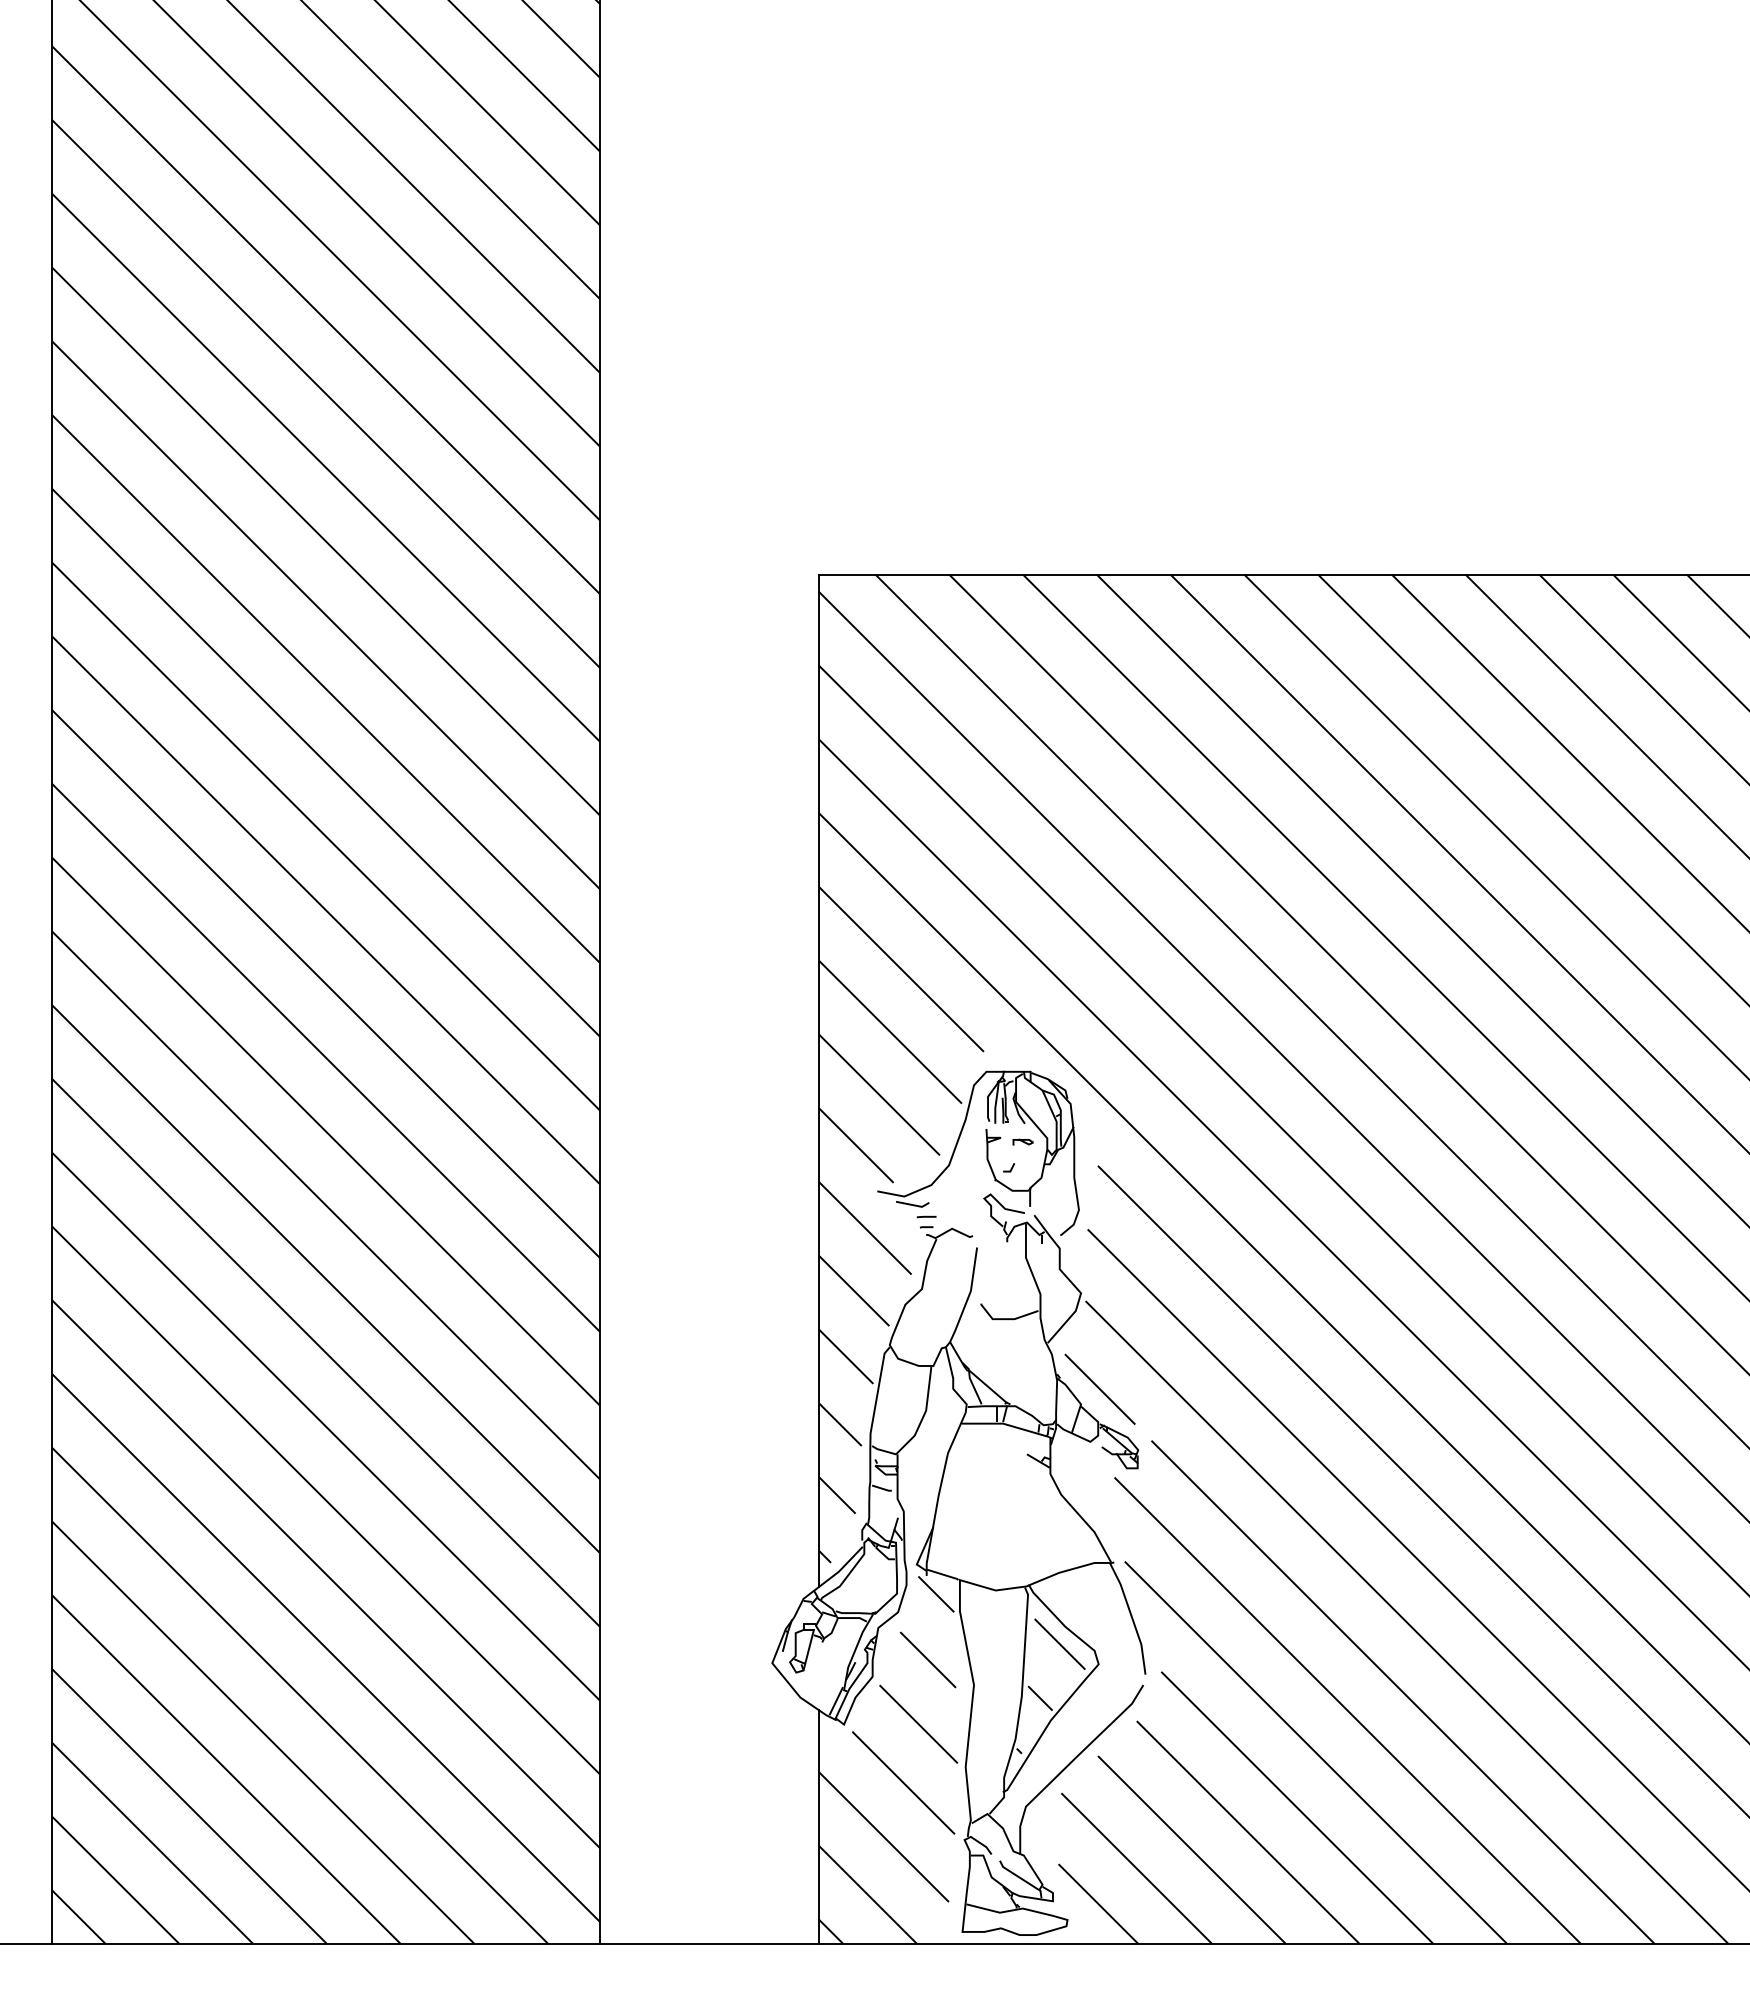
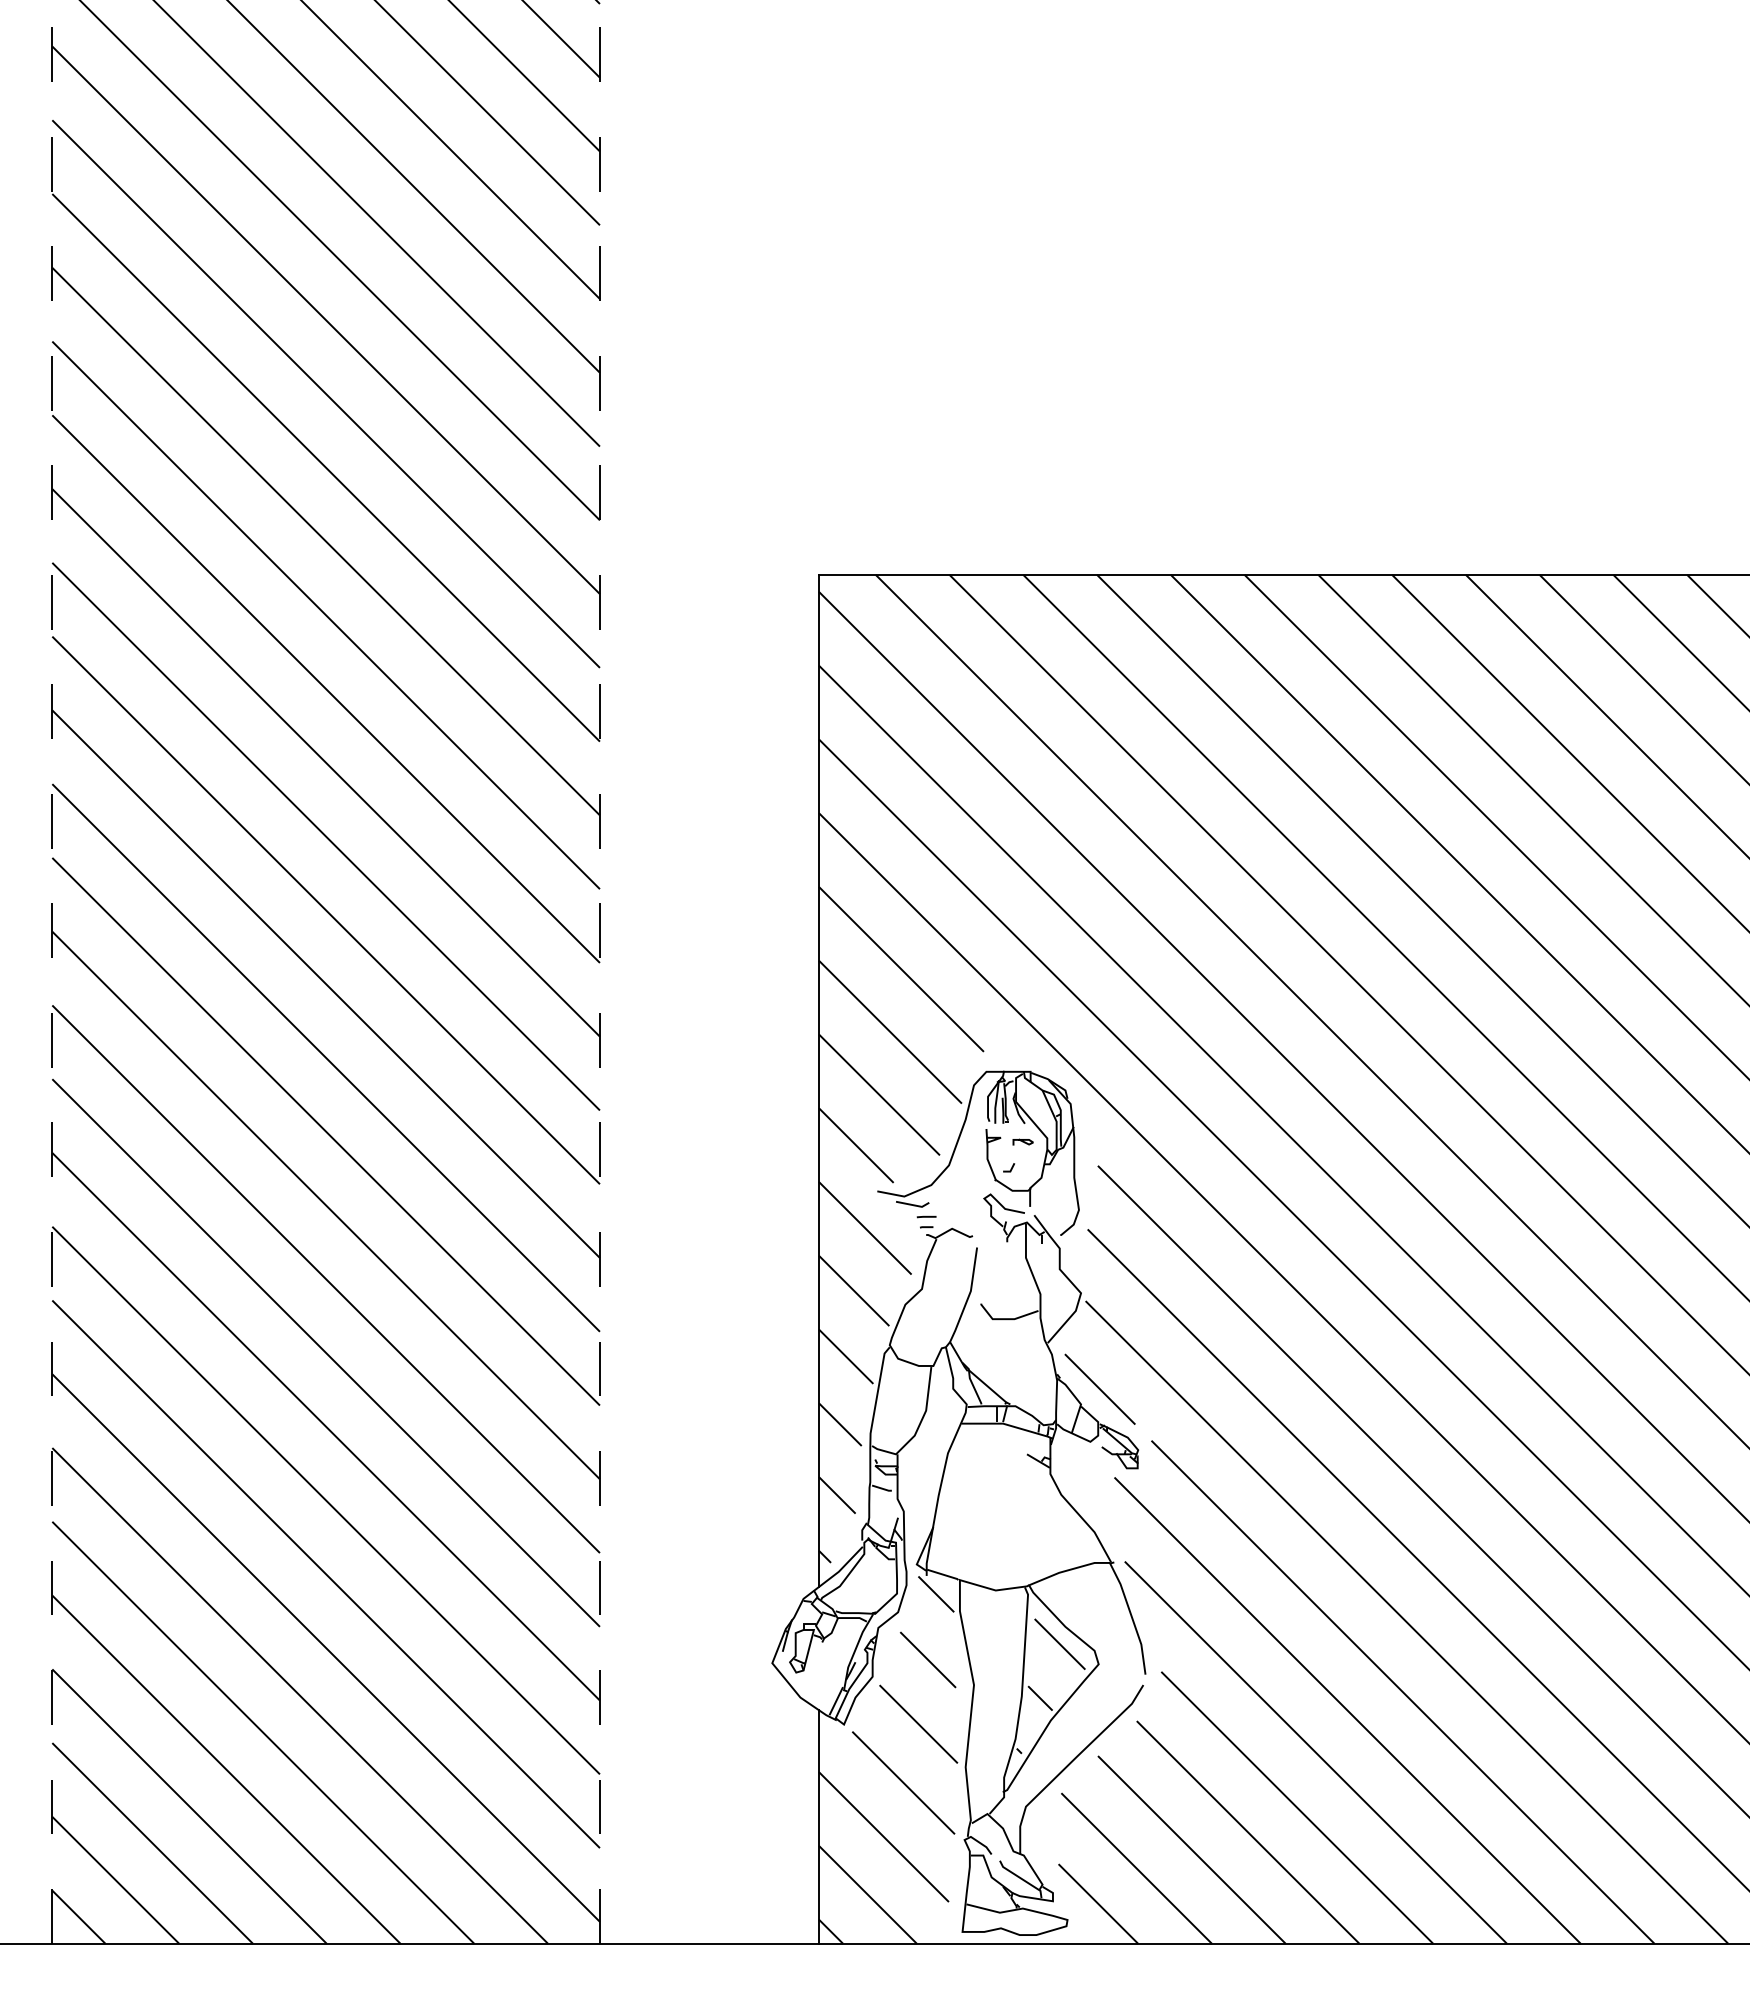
line at (52, 972): solid -> dashed
line at (599, 972): solid -> dashed
